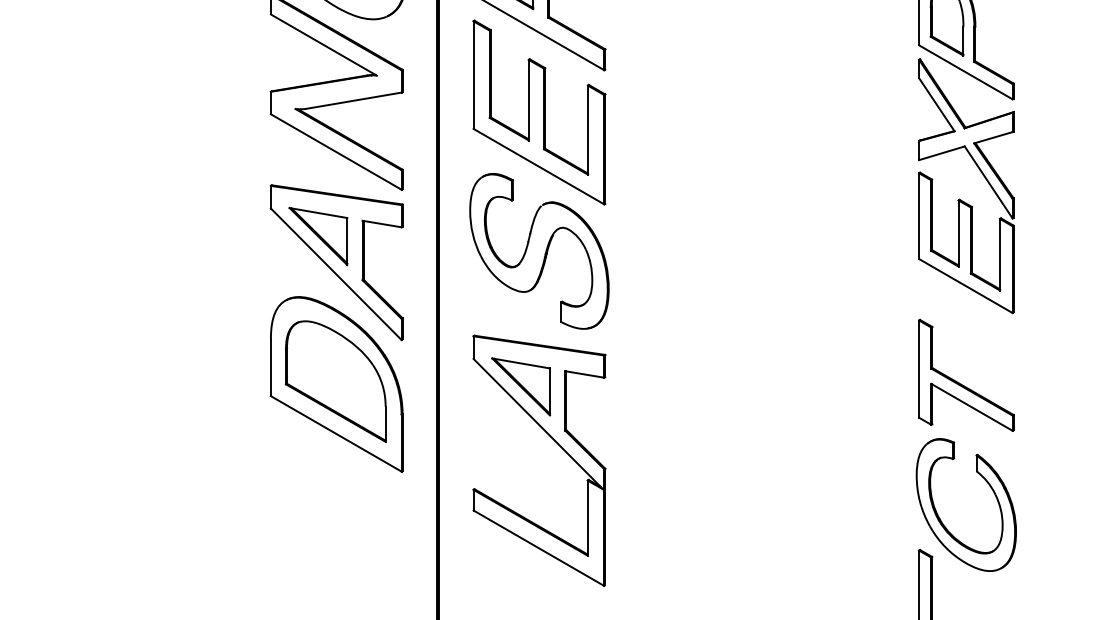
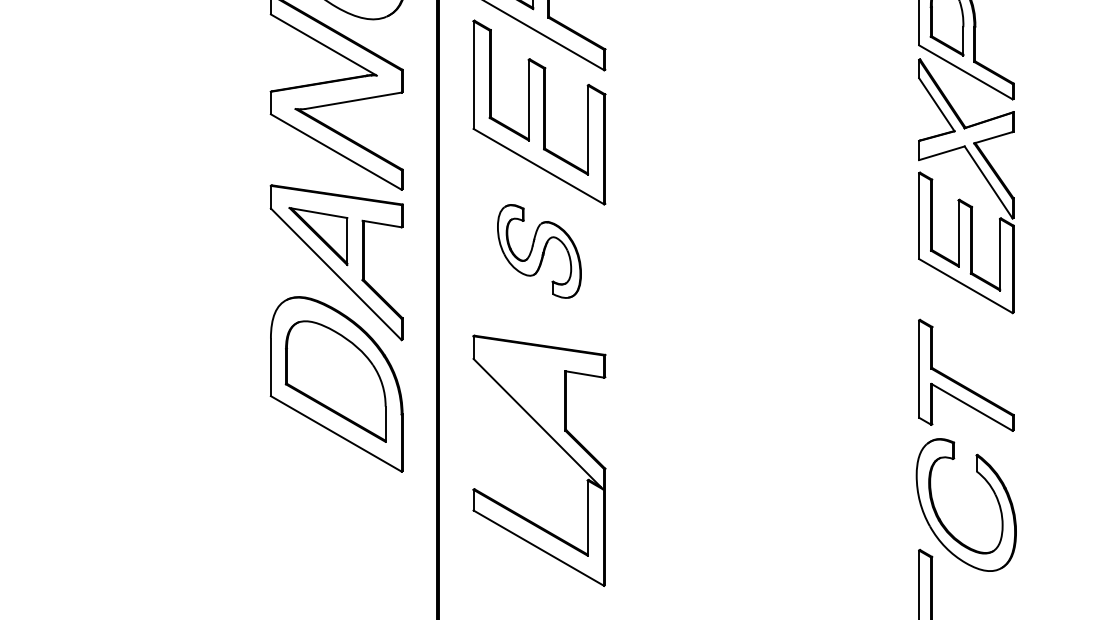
part at (539, 251) size: 141x157 px -> 85x95 px
part at (521, 386): present -> none
